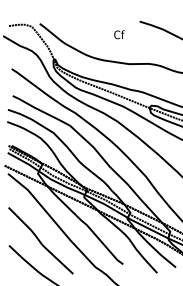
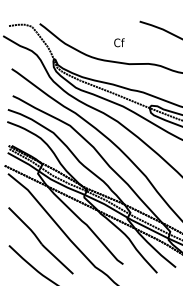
text at (119, 34) position: (119, 34) -> (119, 42)
